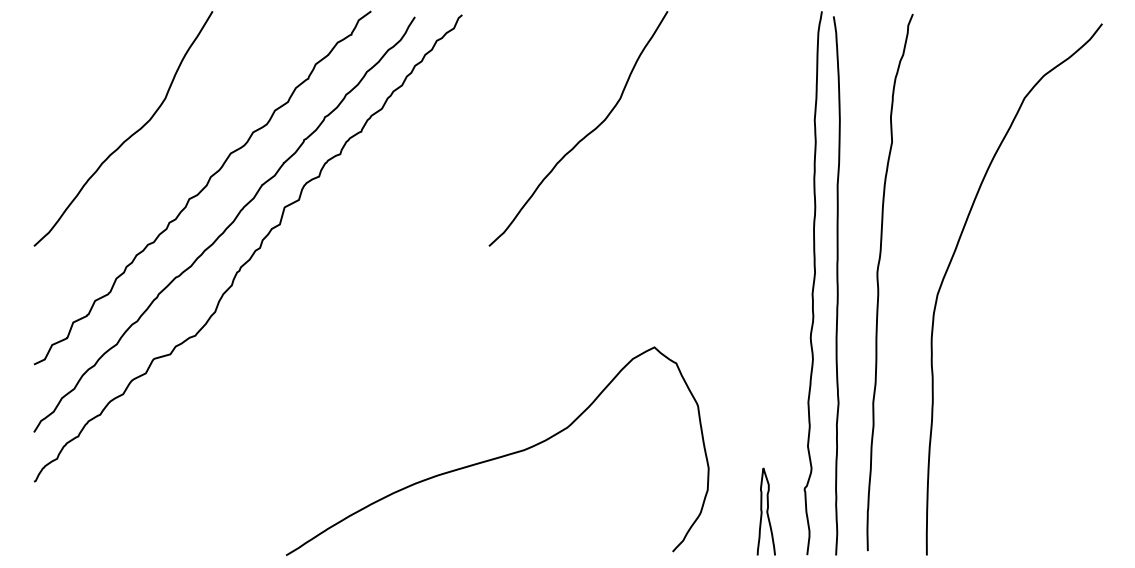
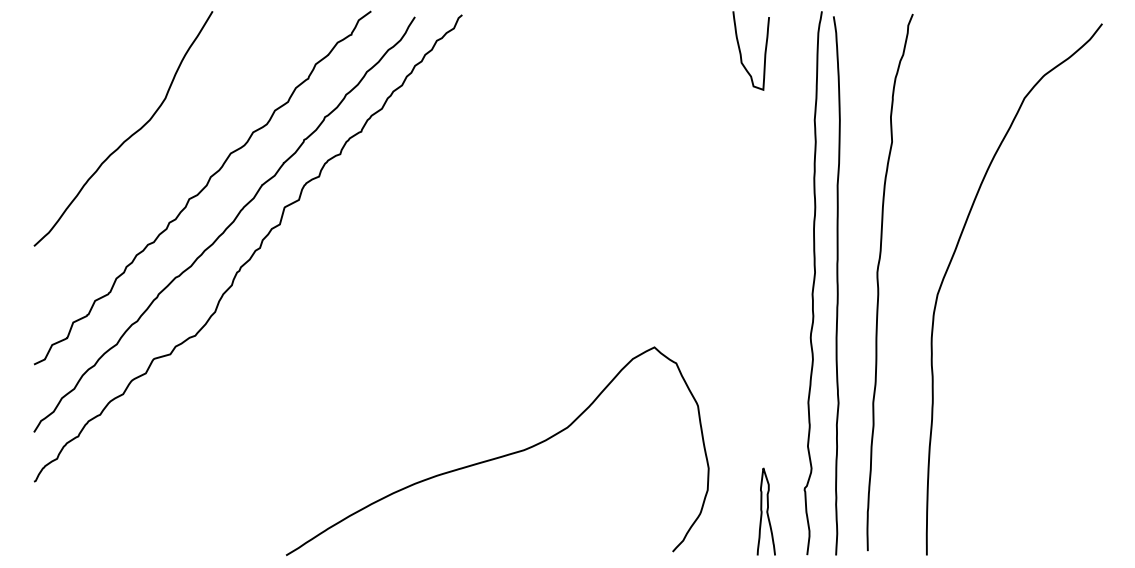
curve at (741, 52): none -> present
curve at (585, 135): present -> none
